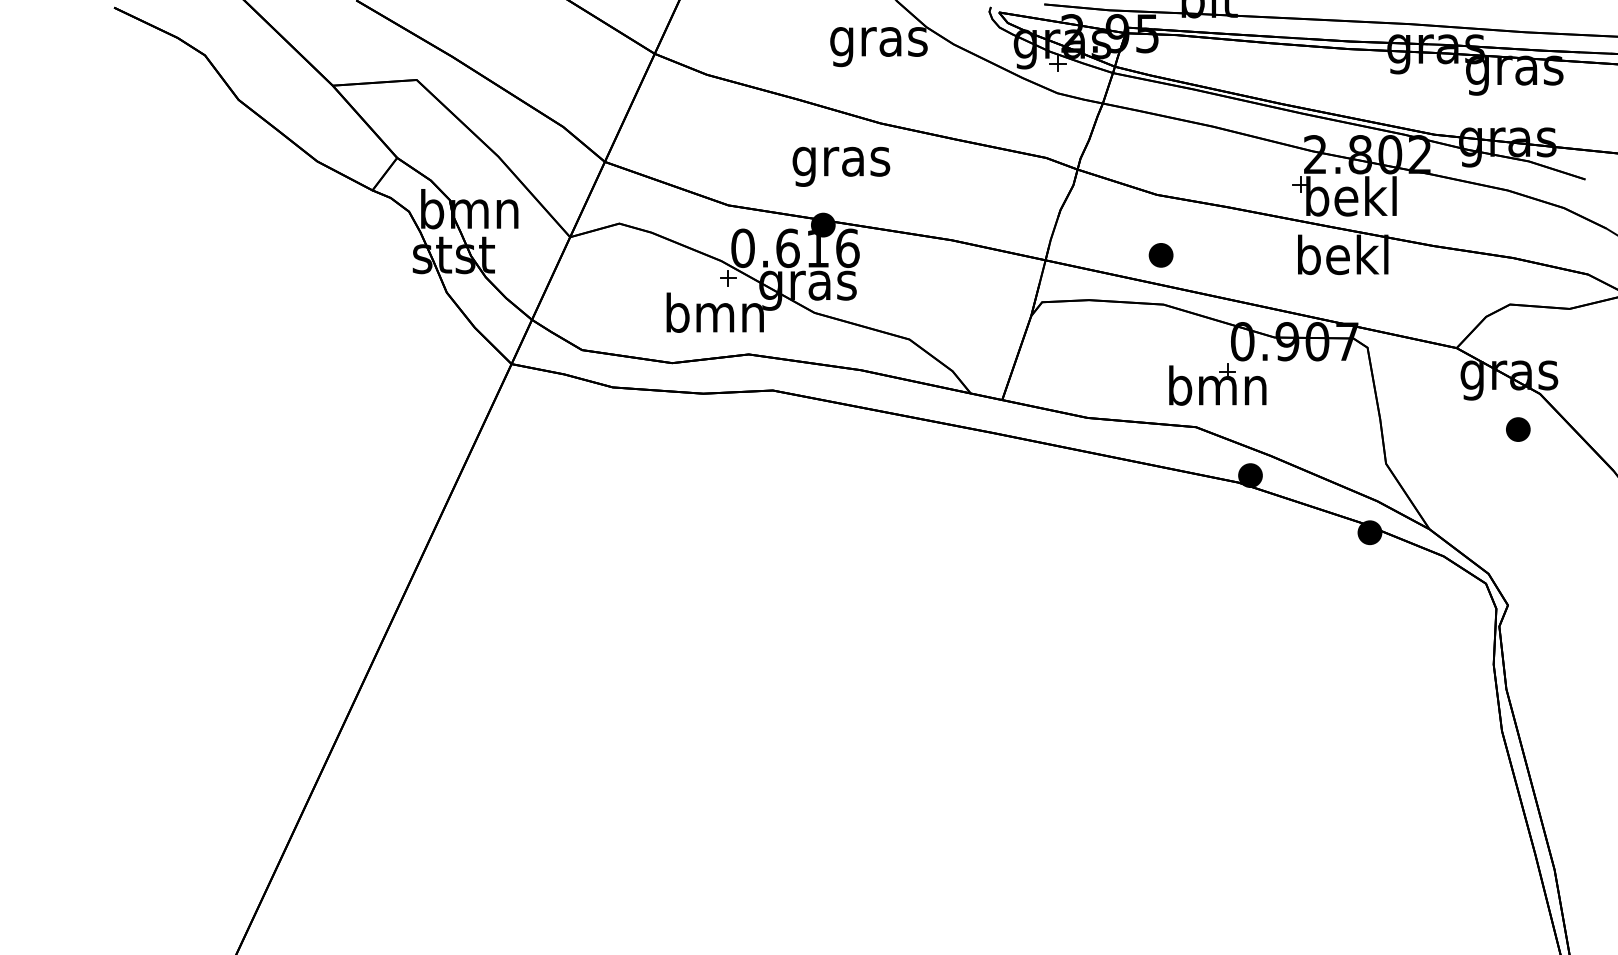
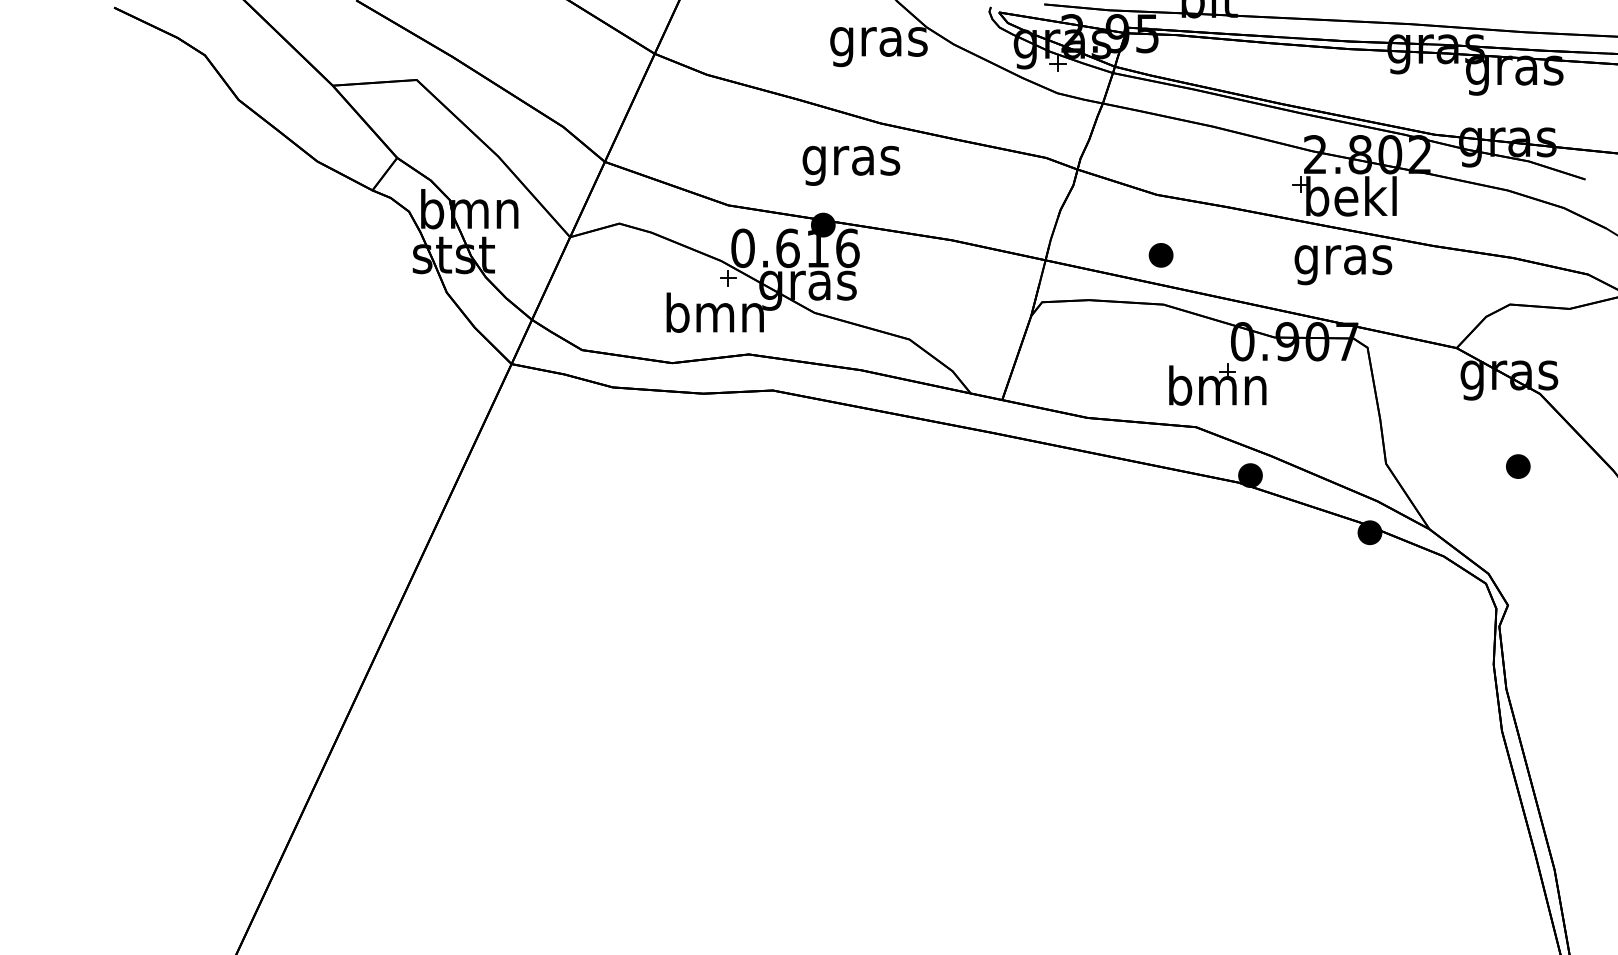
text at (841, 166) position: (841, 166) -> (851, 165)
text at (1343, 259): bekl -> gras
part at (1518, 429) position: (1518, 429) -> (1518, 466)
